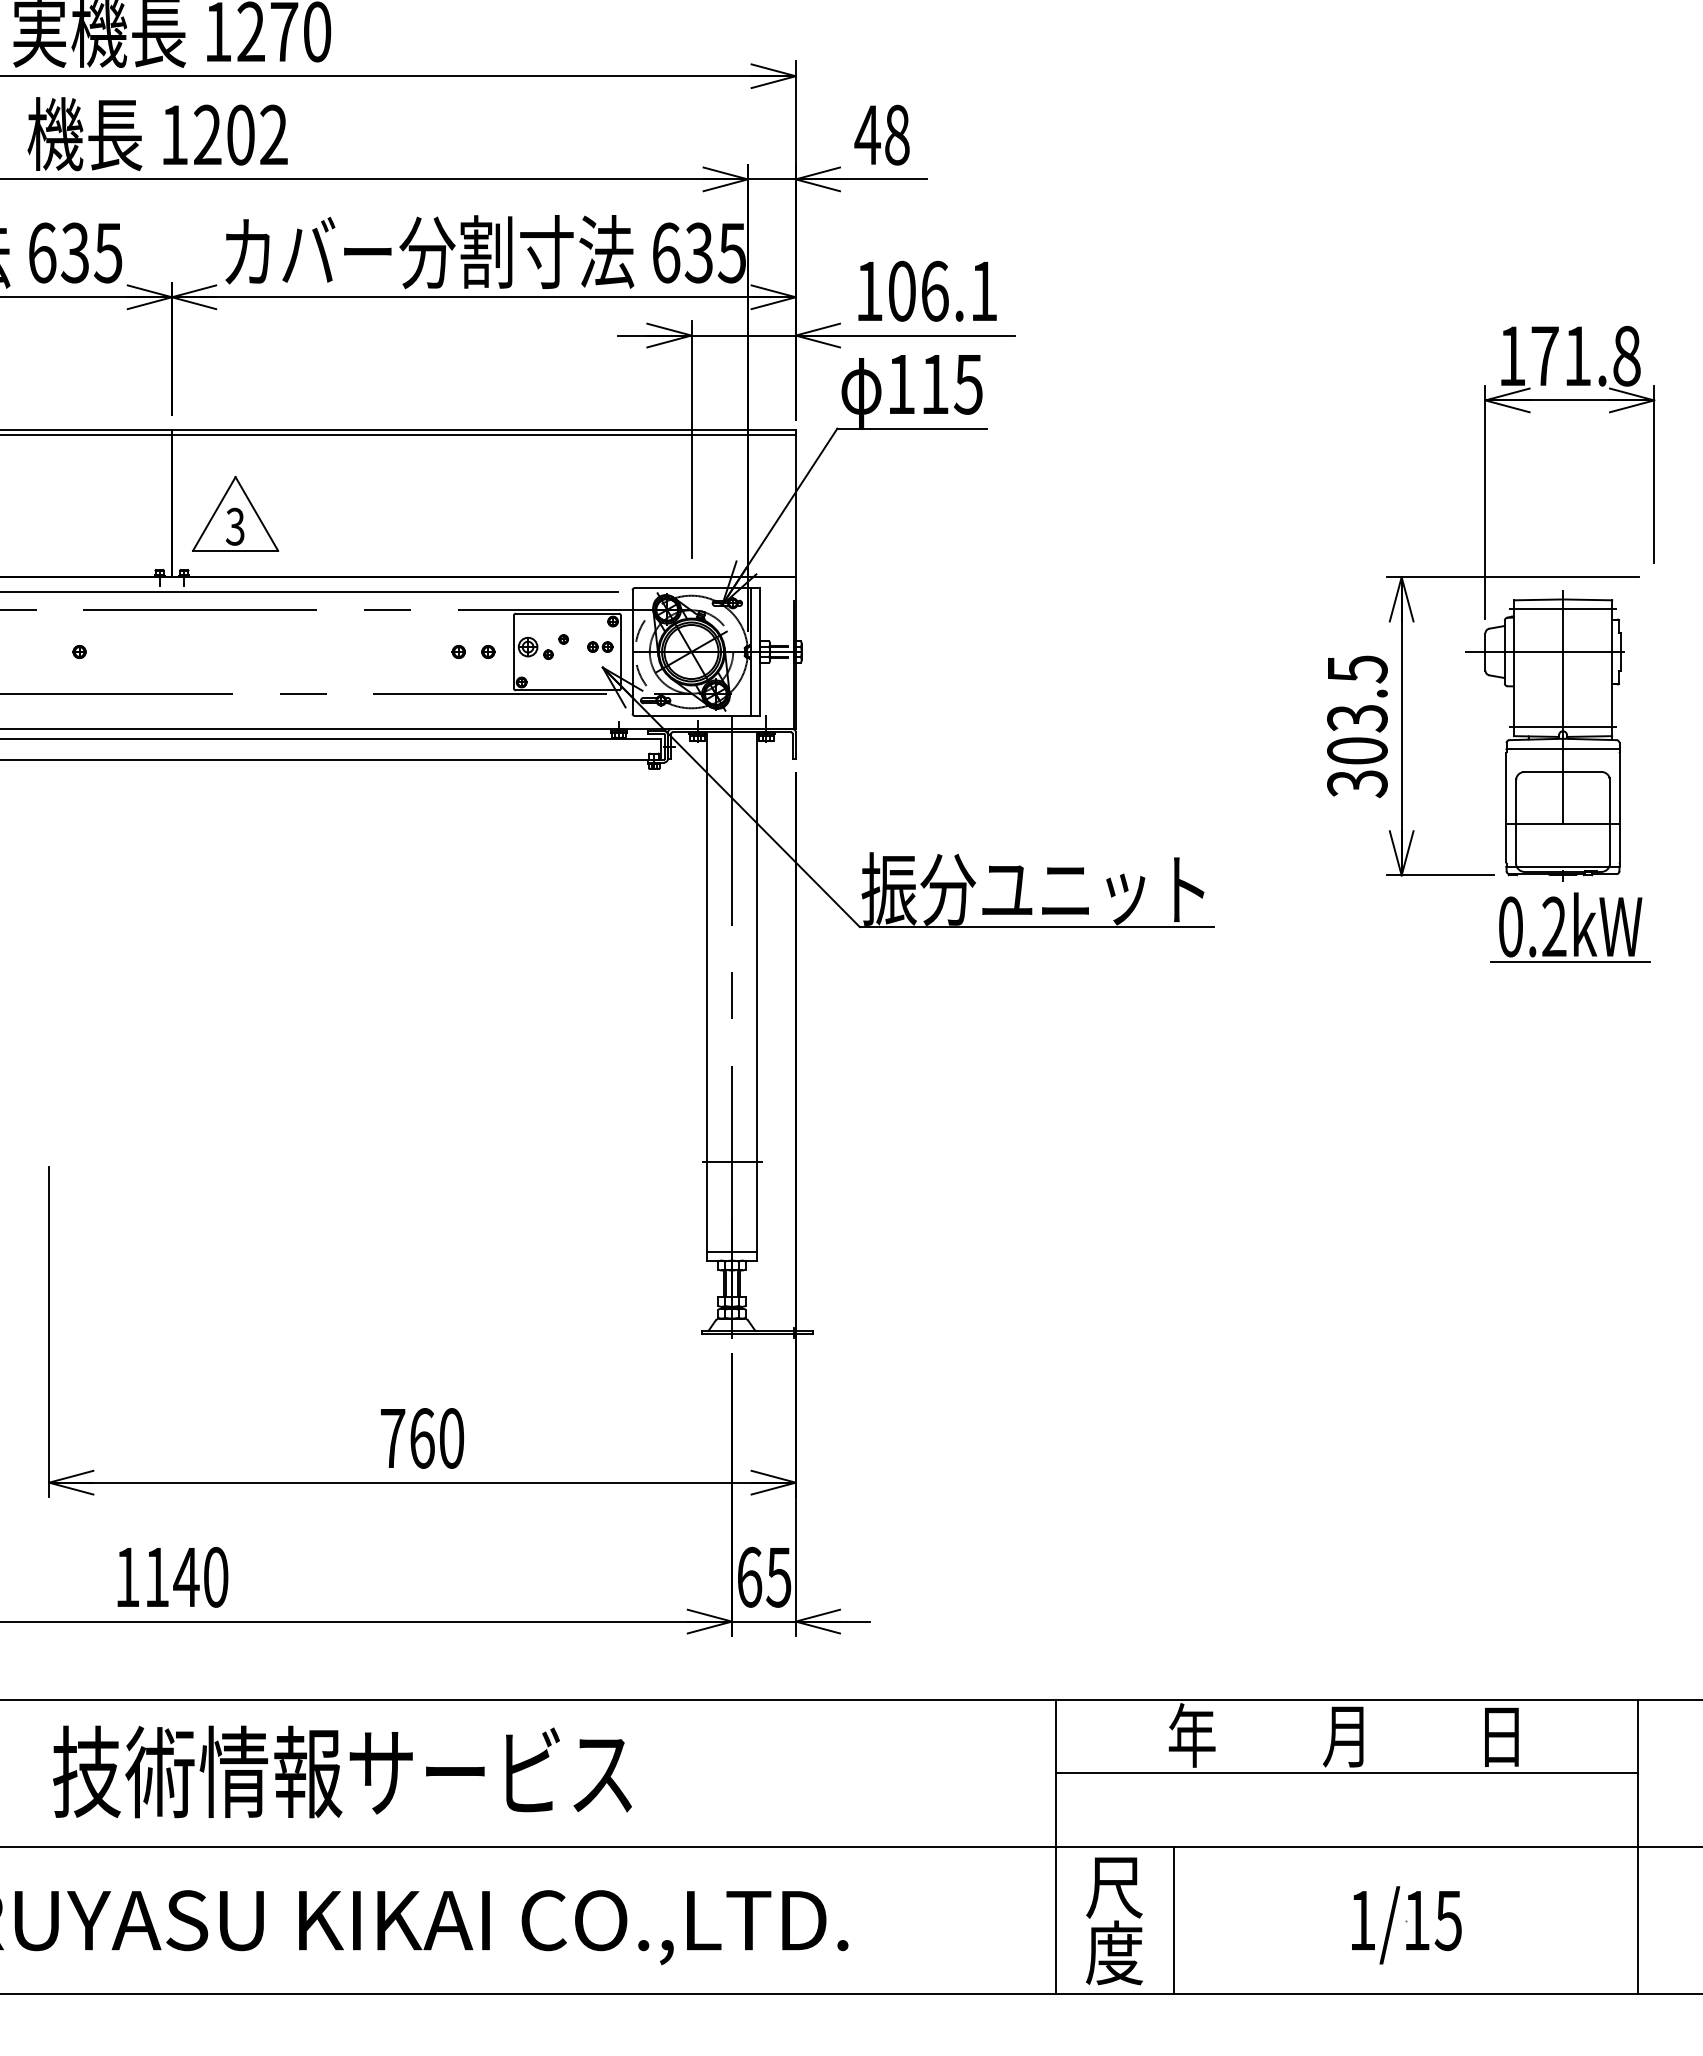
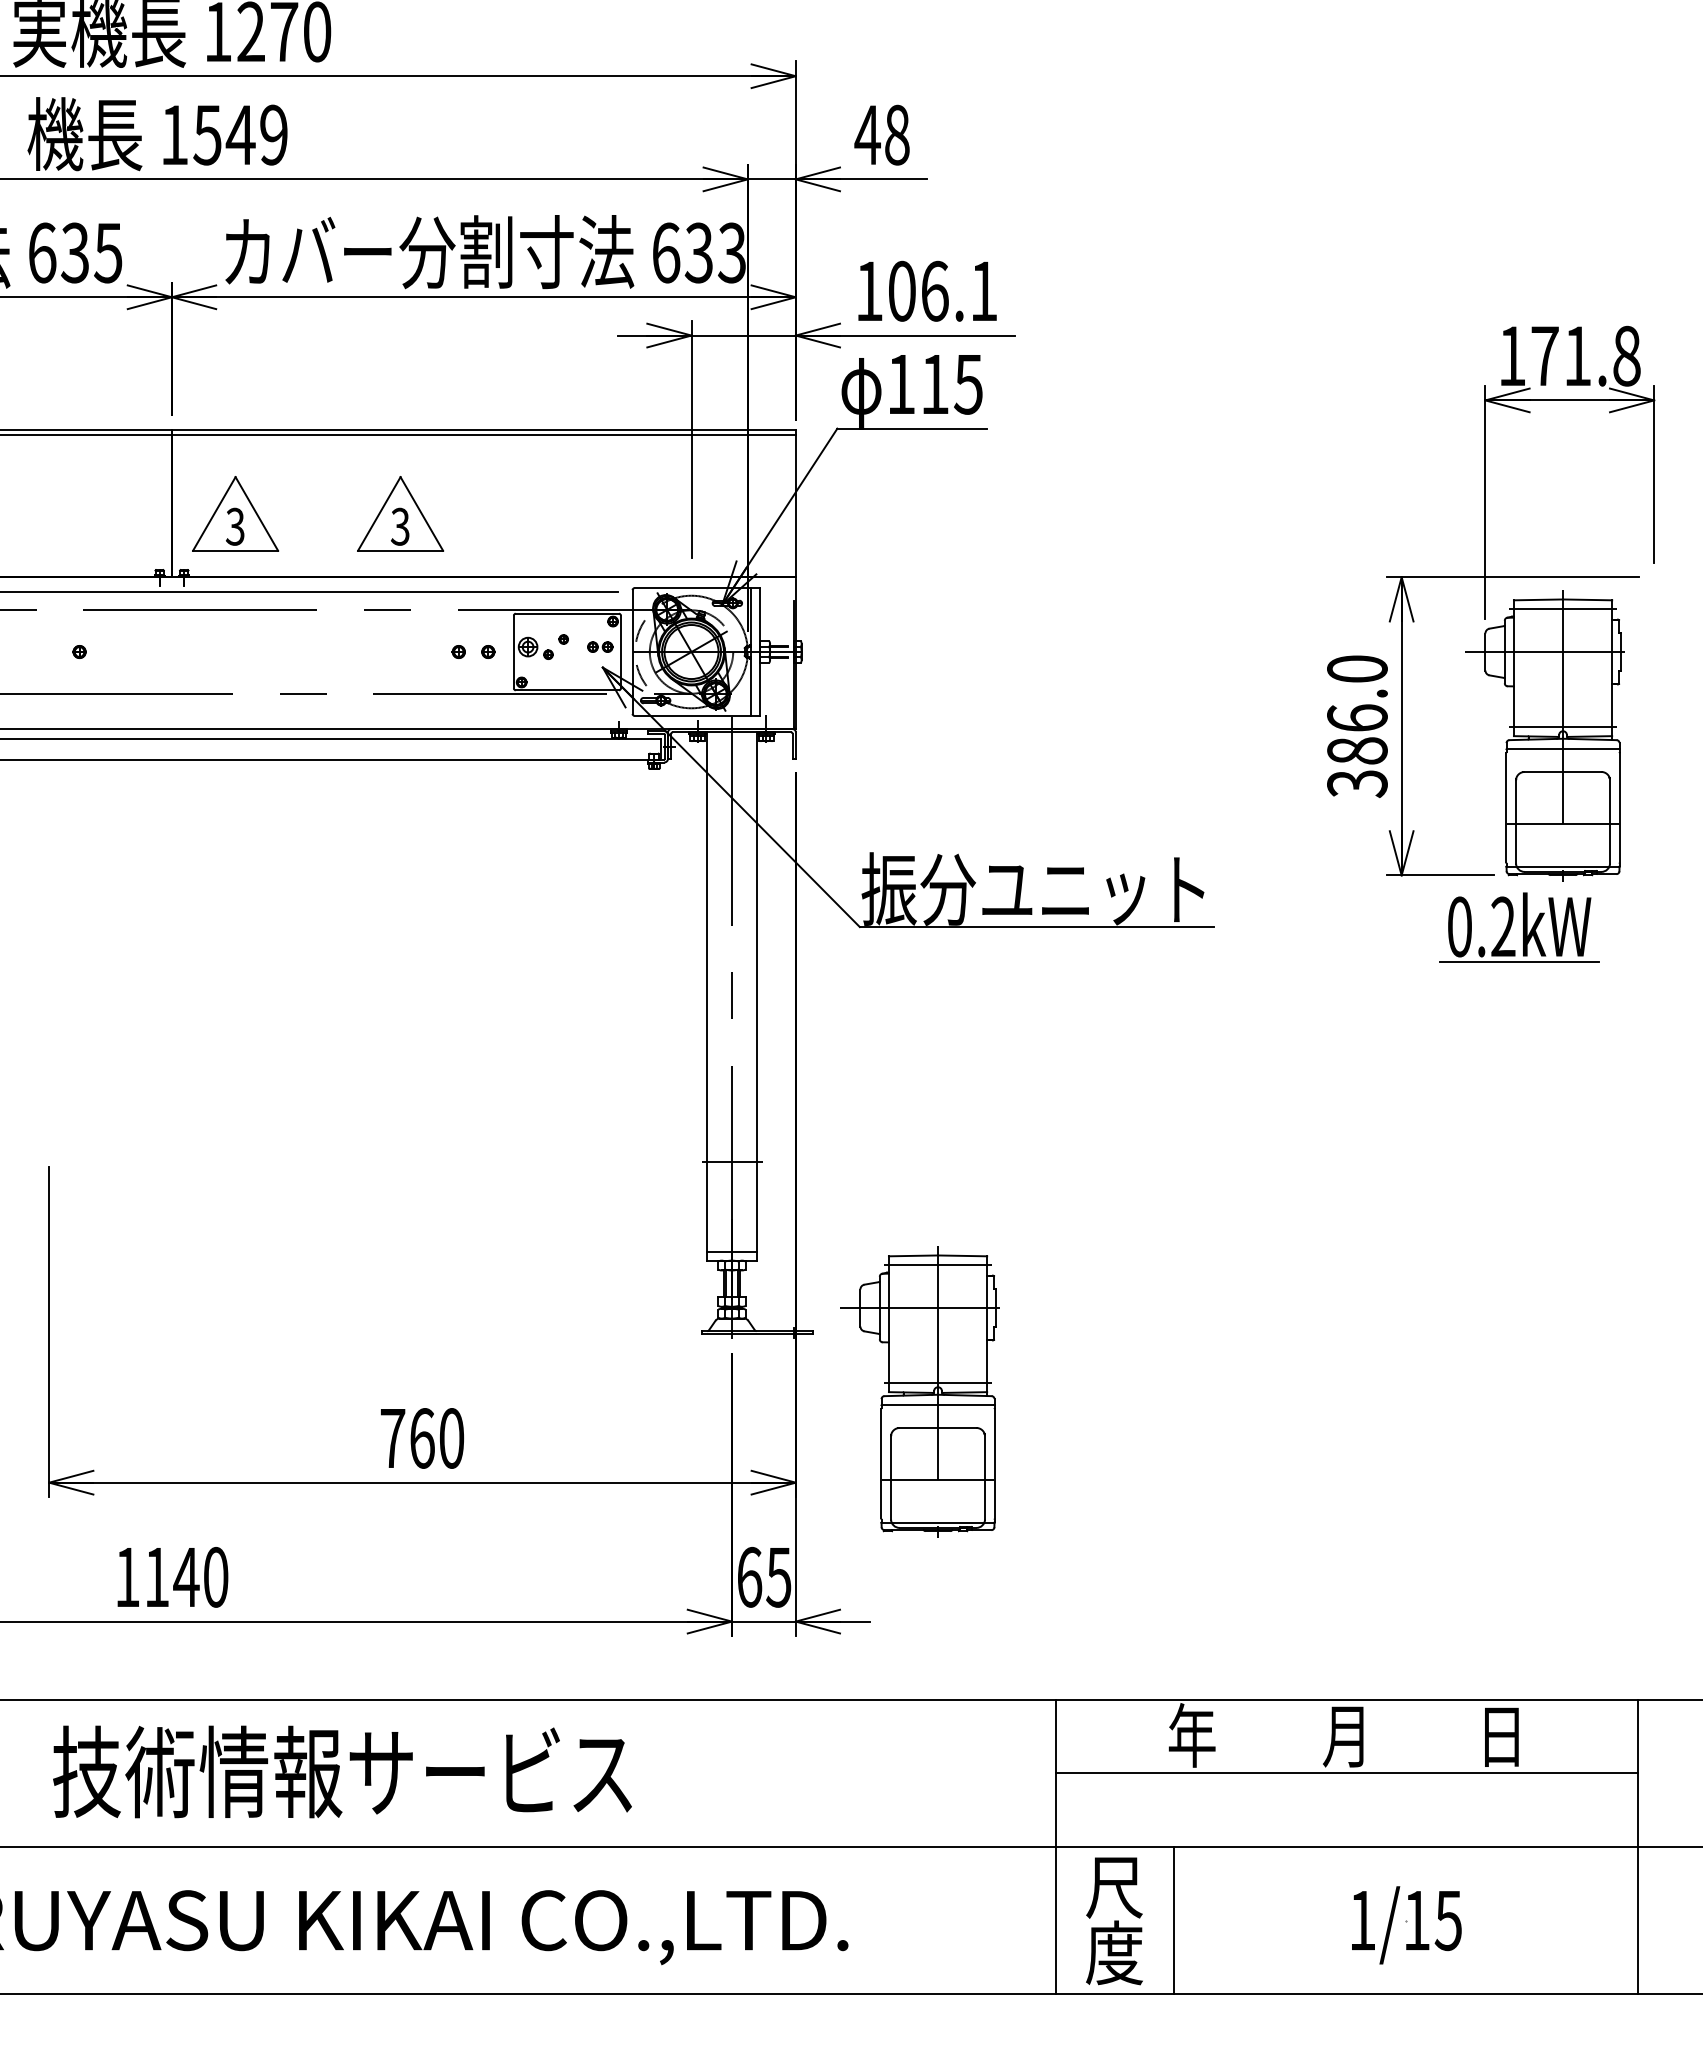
text at (240, 134): 1202 -> 1549
text at (731, 252): 635 -> 633
part at (400, 513): none -> present
text at (1357, 709): 303.5 -> 386.0
part at (1570, 927) position: (1570, 927) -> (1519, 927)
part at (919, 1391): none -> present
